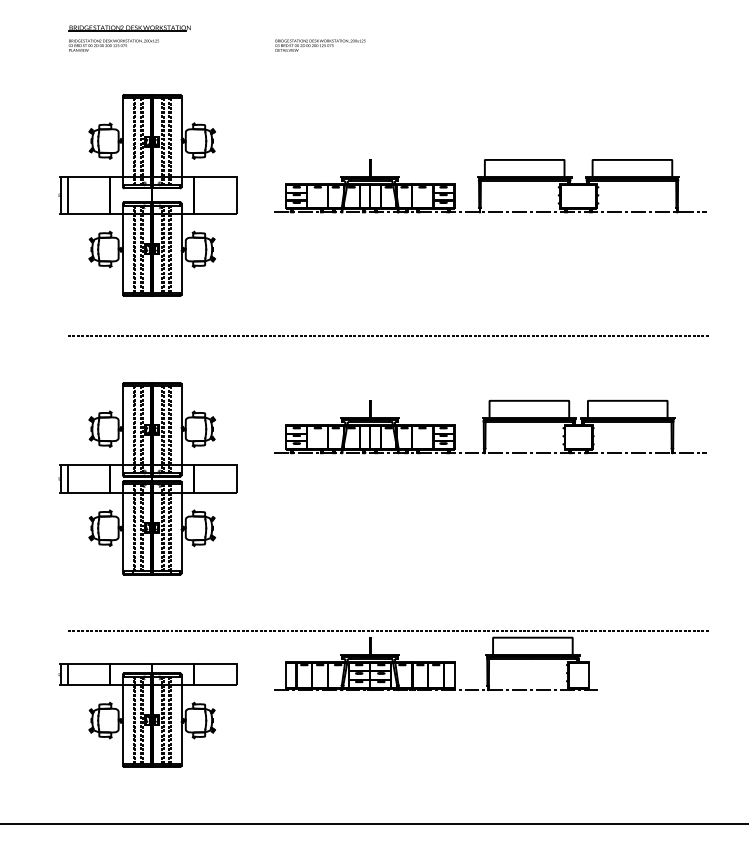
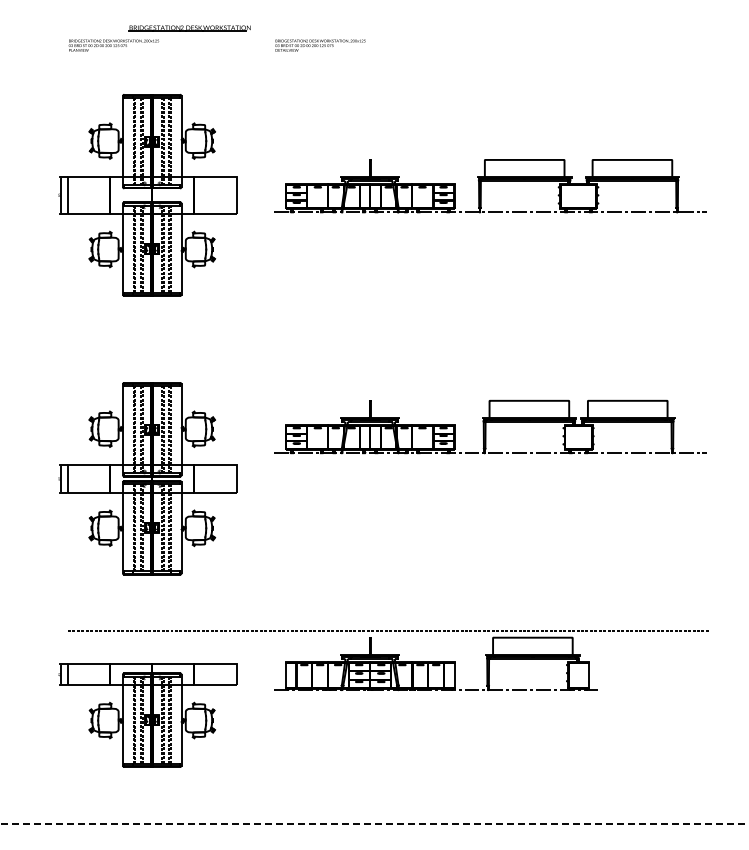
part at (129, 28) position: (129, 28) -> (189, 28)
line at (388, 336): present -> none
line at (374, 824): solid -> dashed
